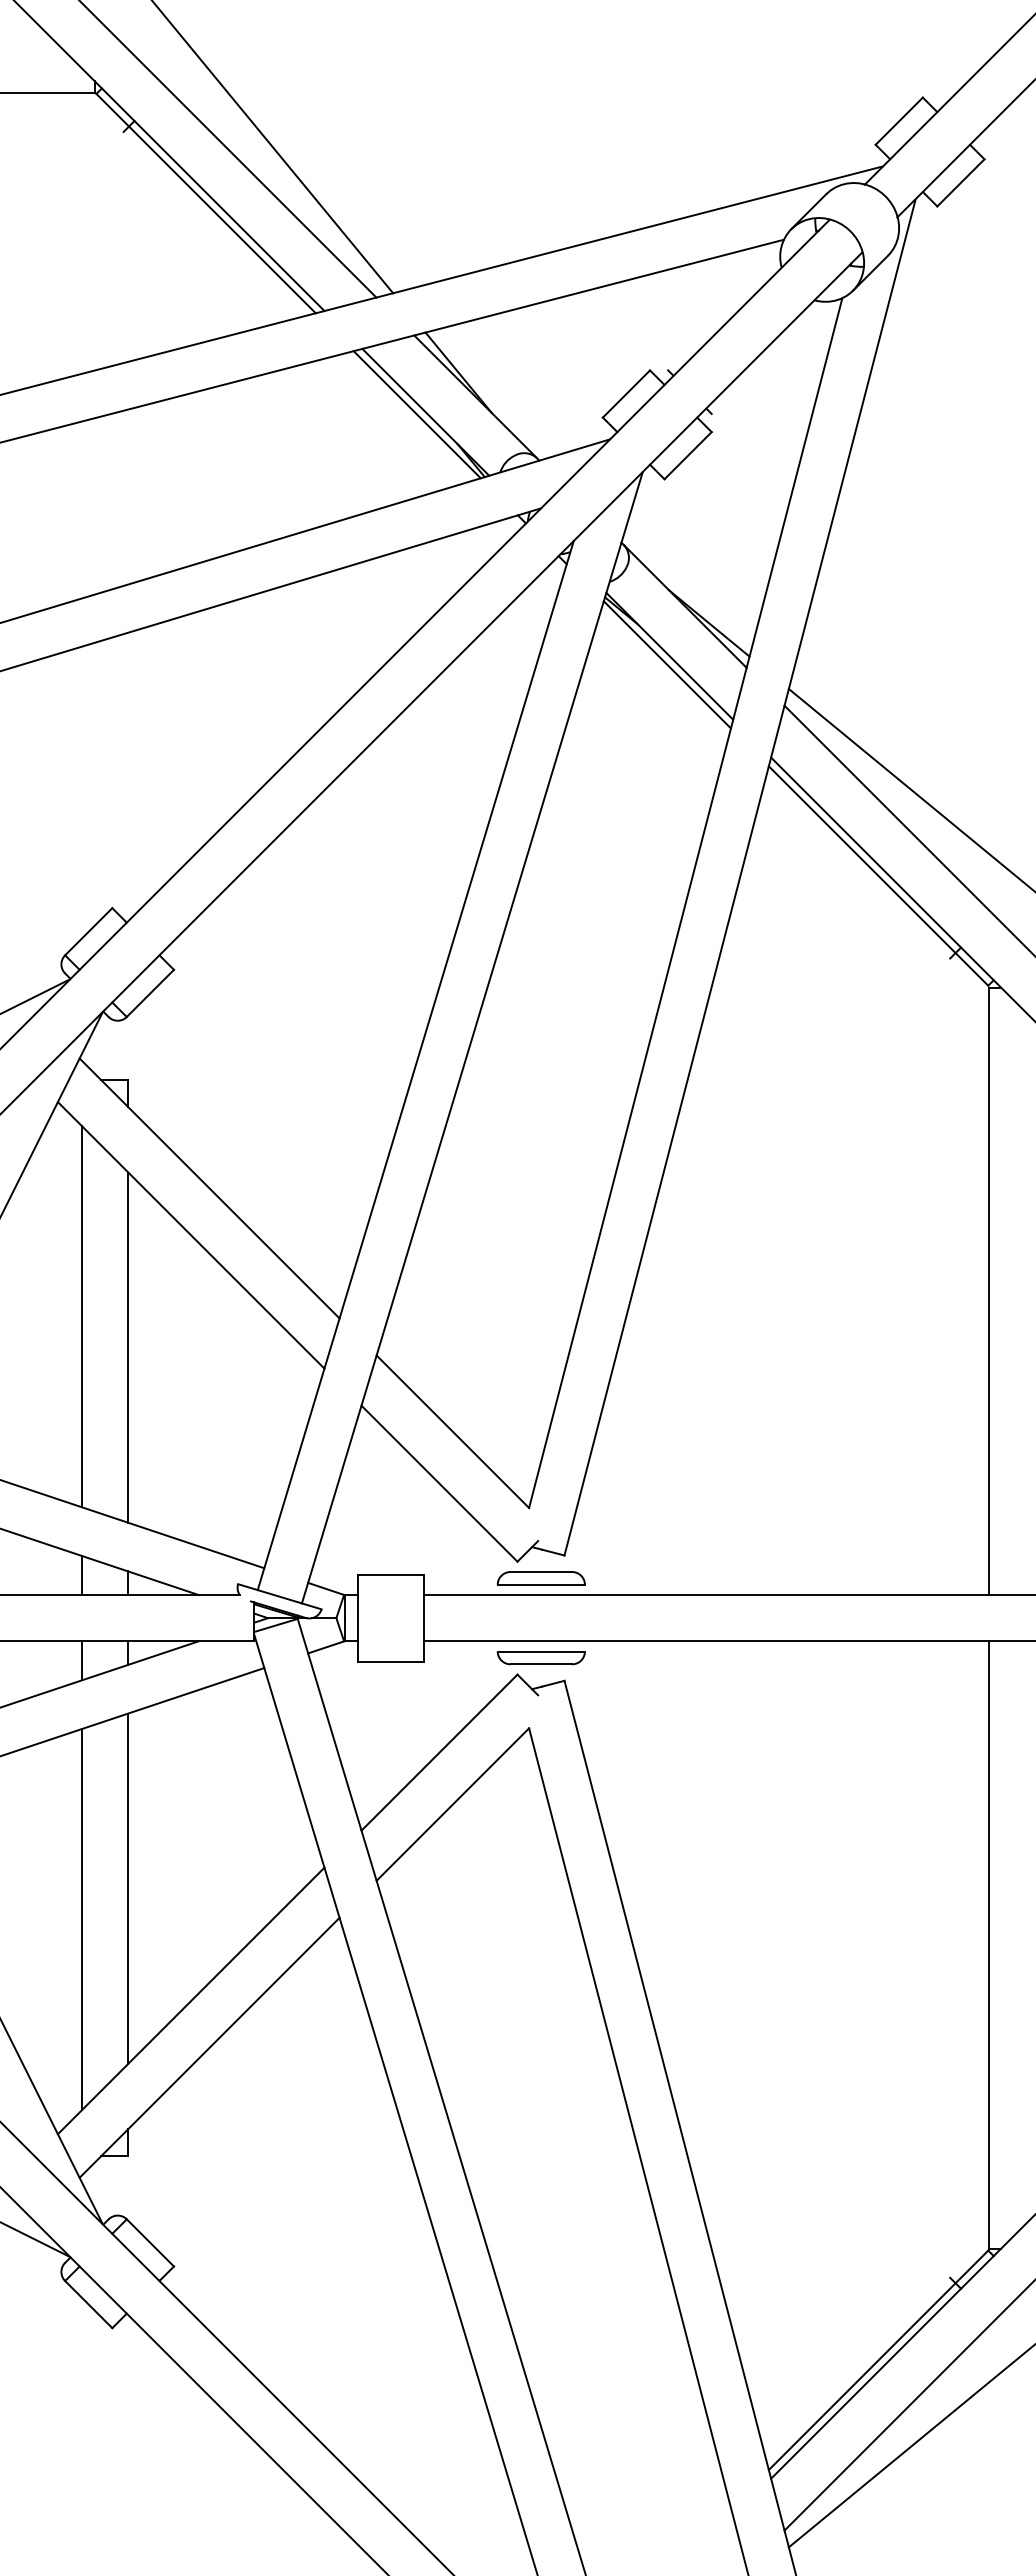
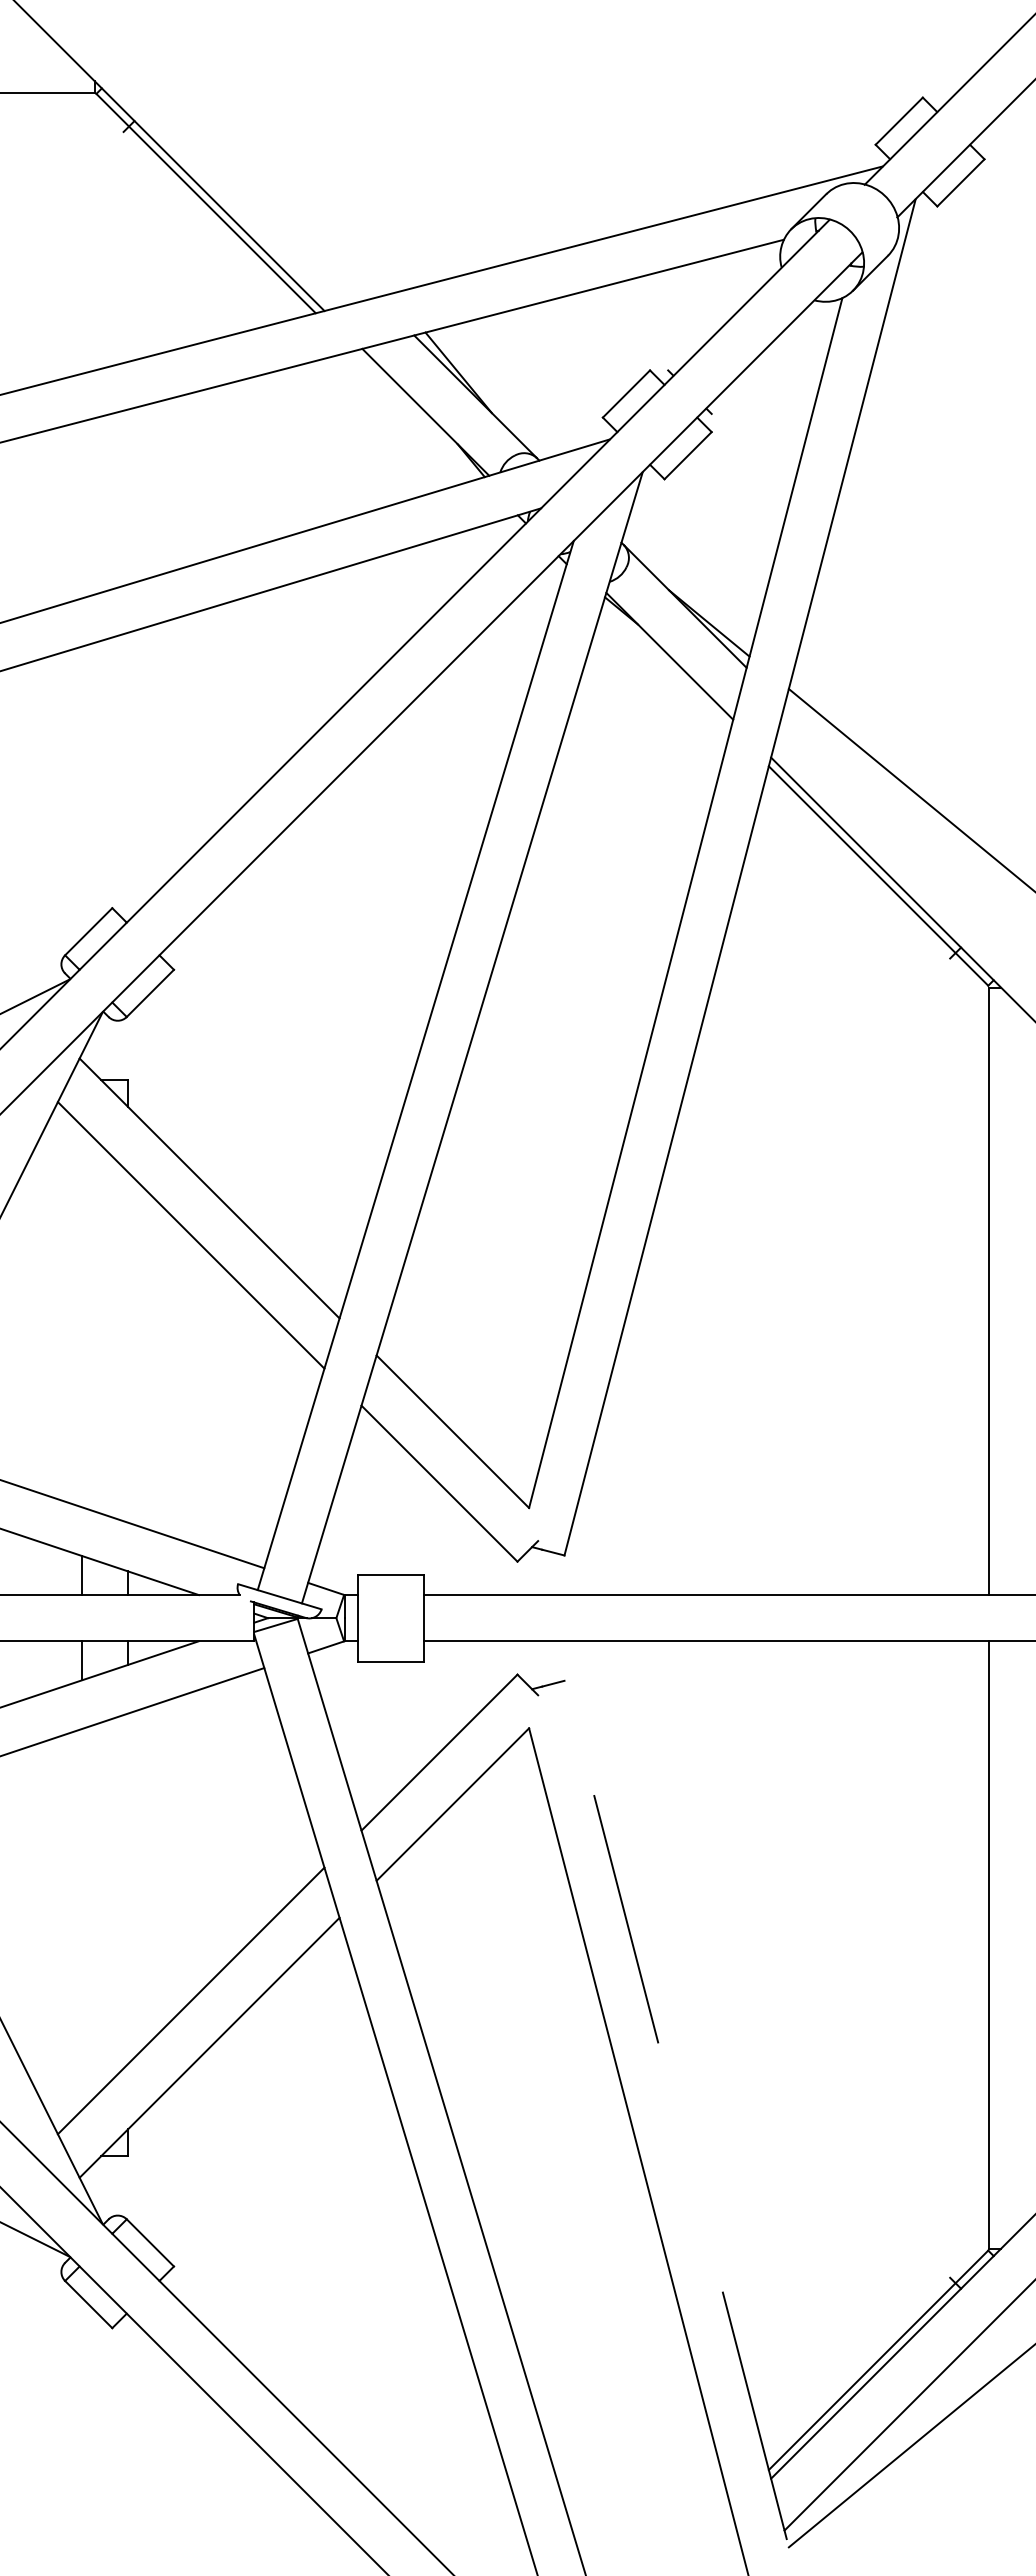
line at (273, 147): present -> none
line at (228, 149): present -> none
line at (416, 414): present -> none
line at (666, 664): present -> none
line at (908, 829): present -> none
line at (82, 1316): present -> none
line at (128, 1347): present -> none
part at (540, 1578): present -> none
part at (540, 1658): present -> none
line at (128, 1888): present -> none
line at (82, 1919): present -> none
line at (680, 2127): solid -> dashed
